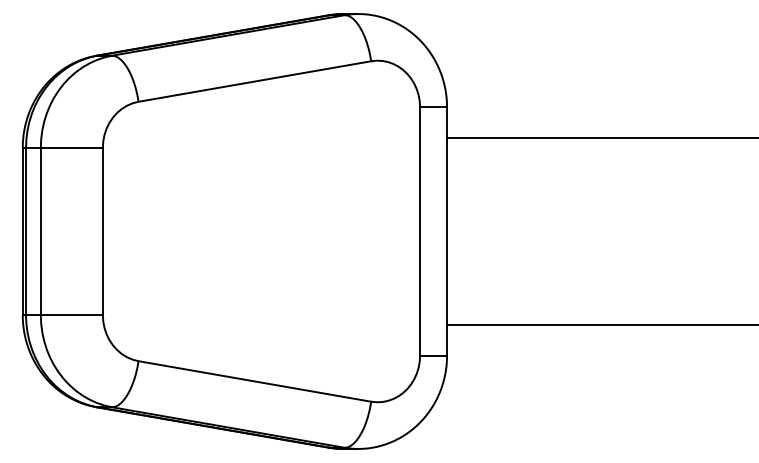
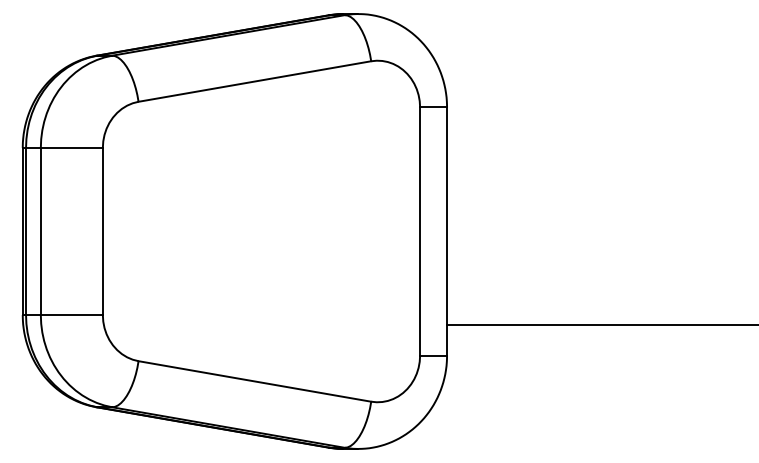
line at (601, 138): present -> none
